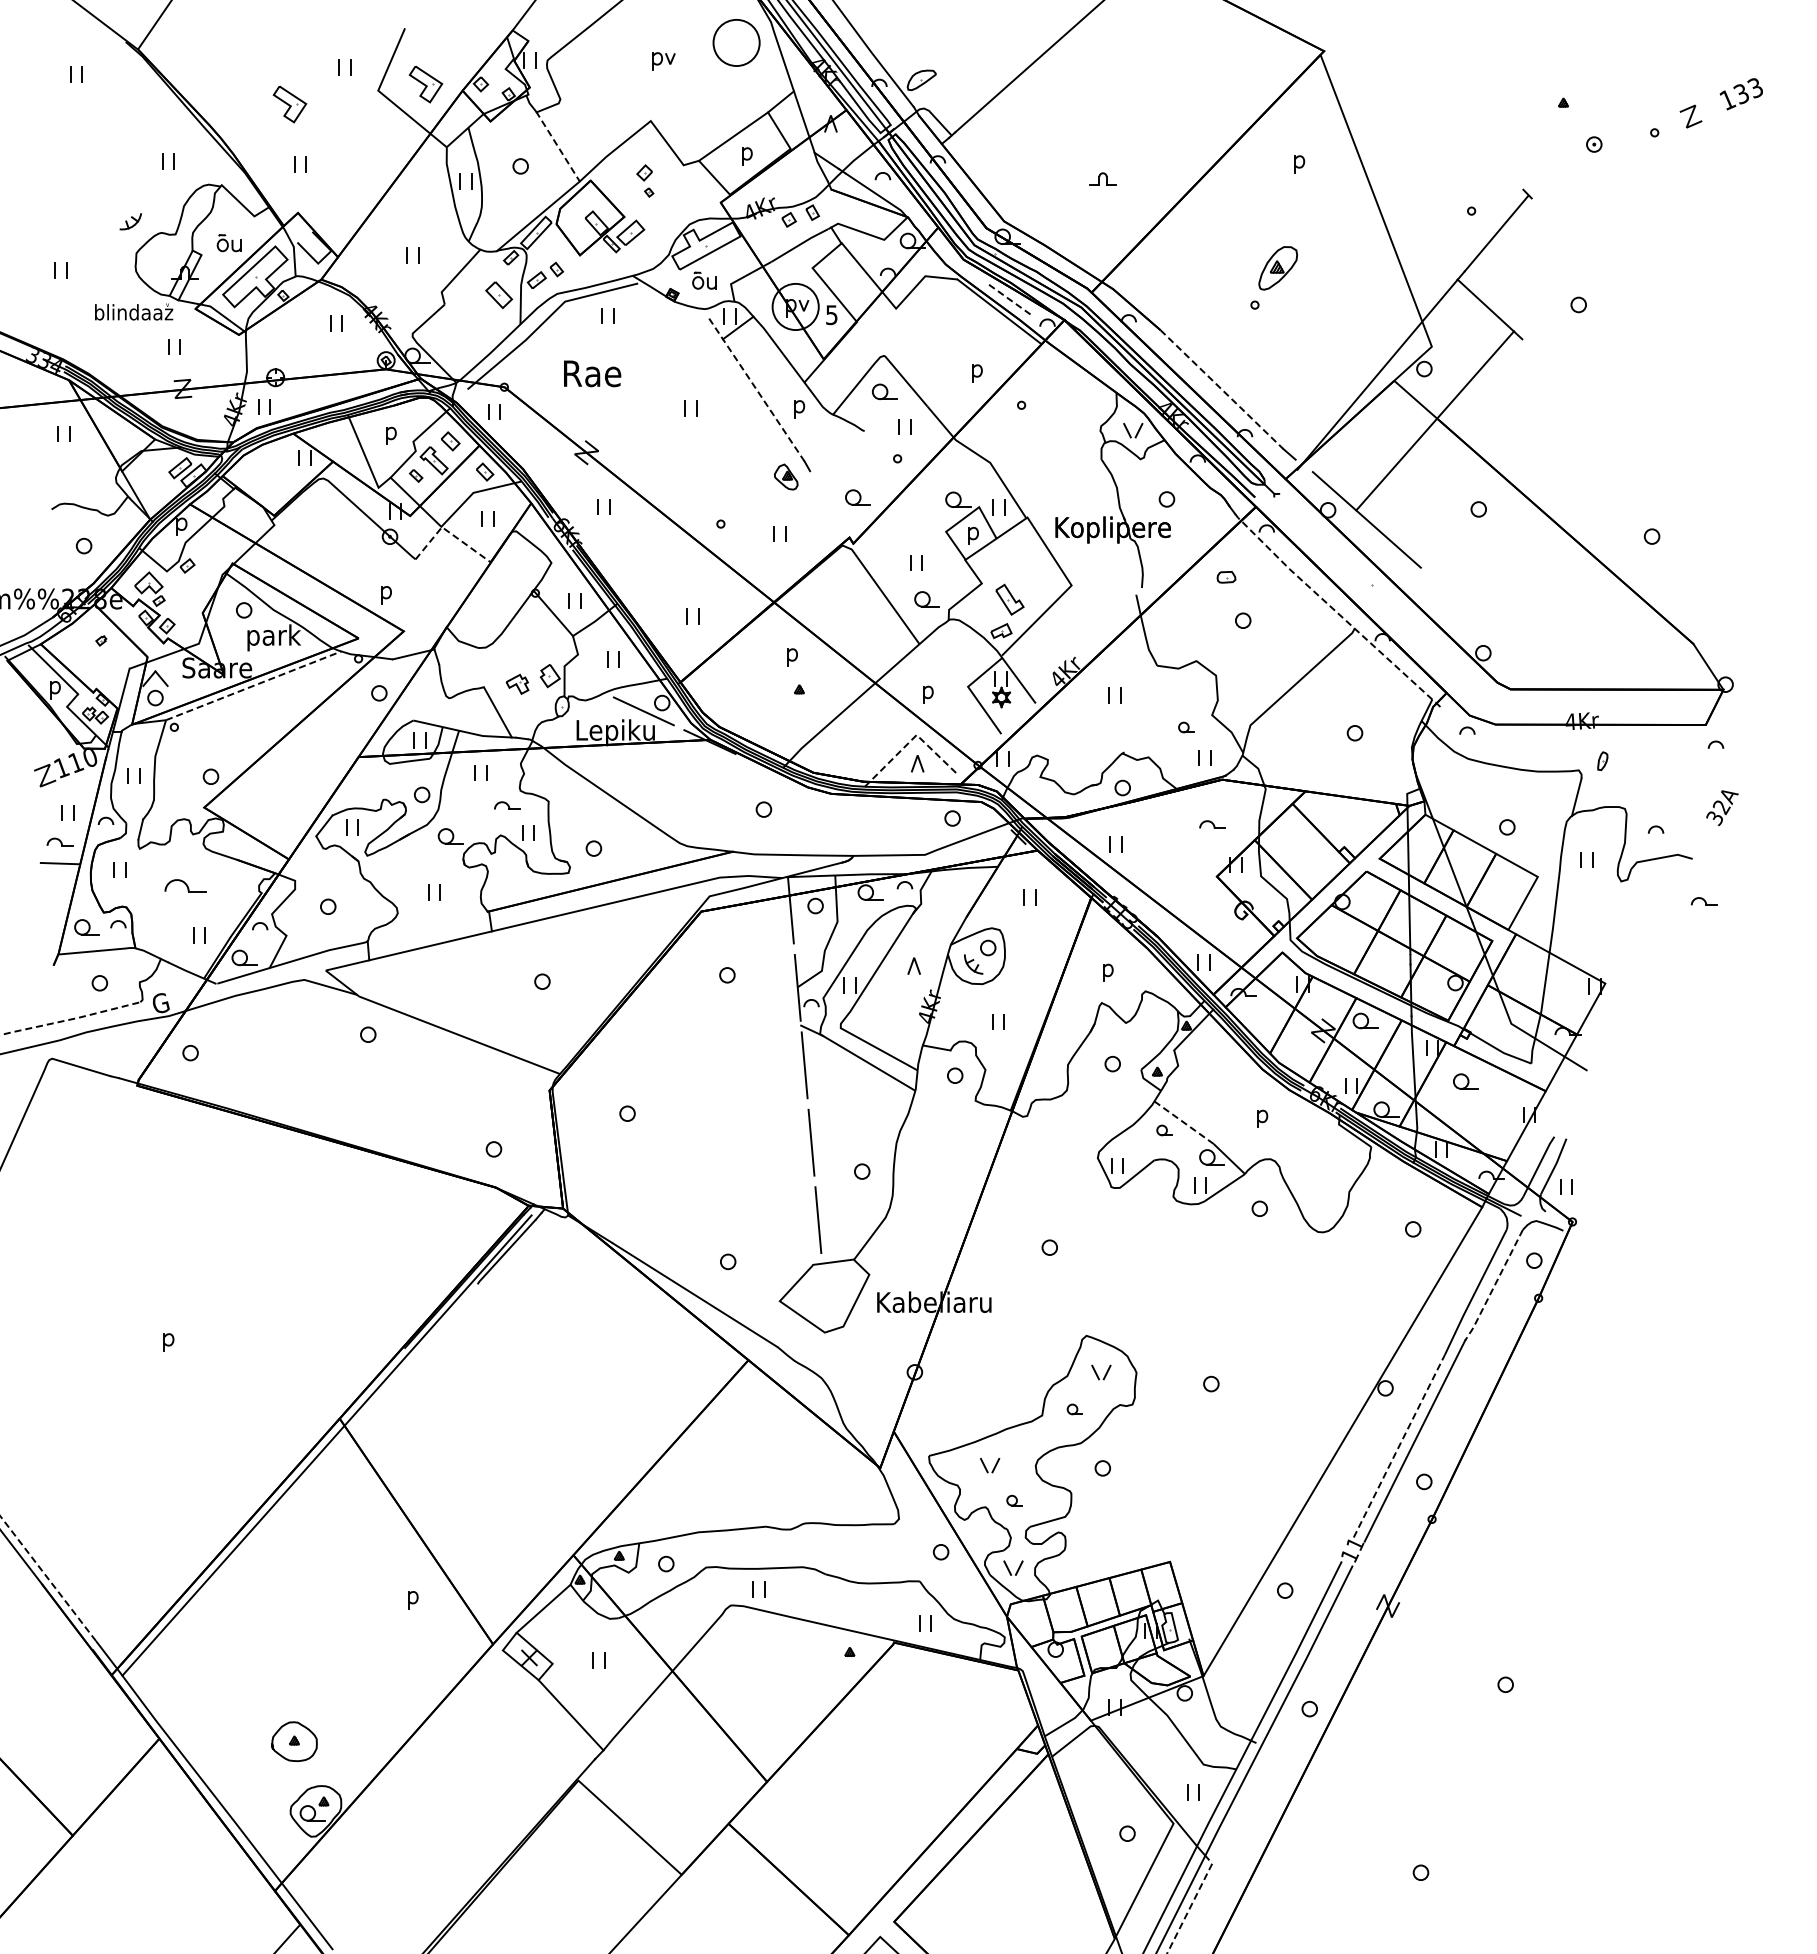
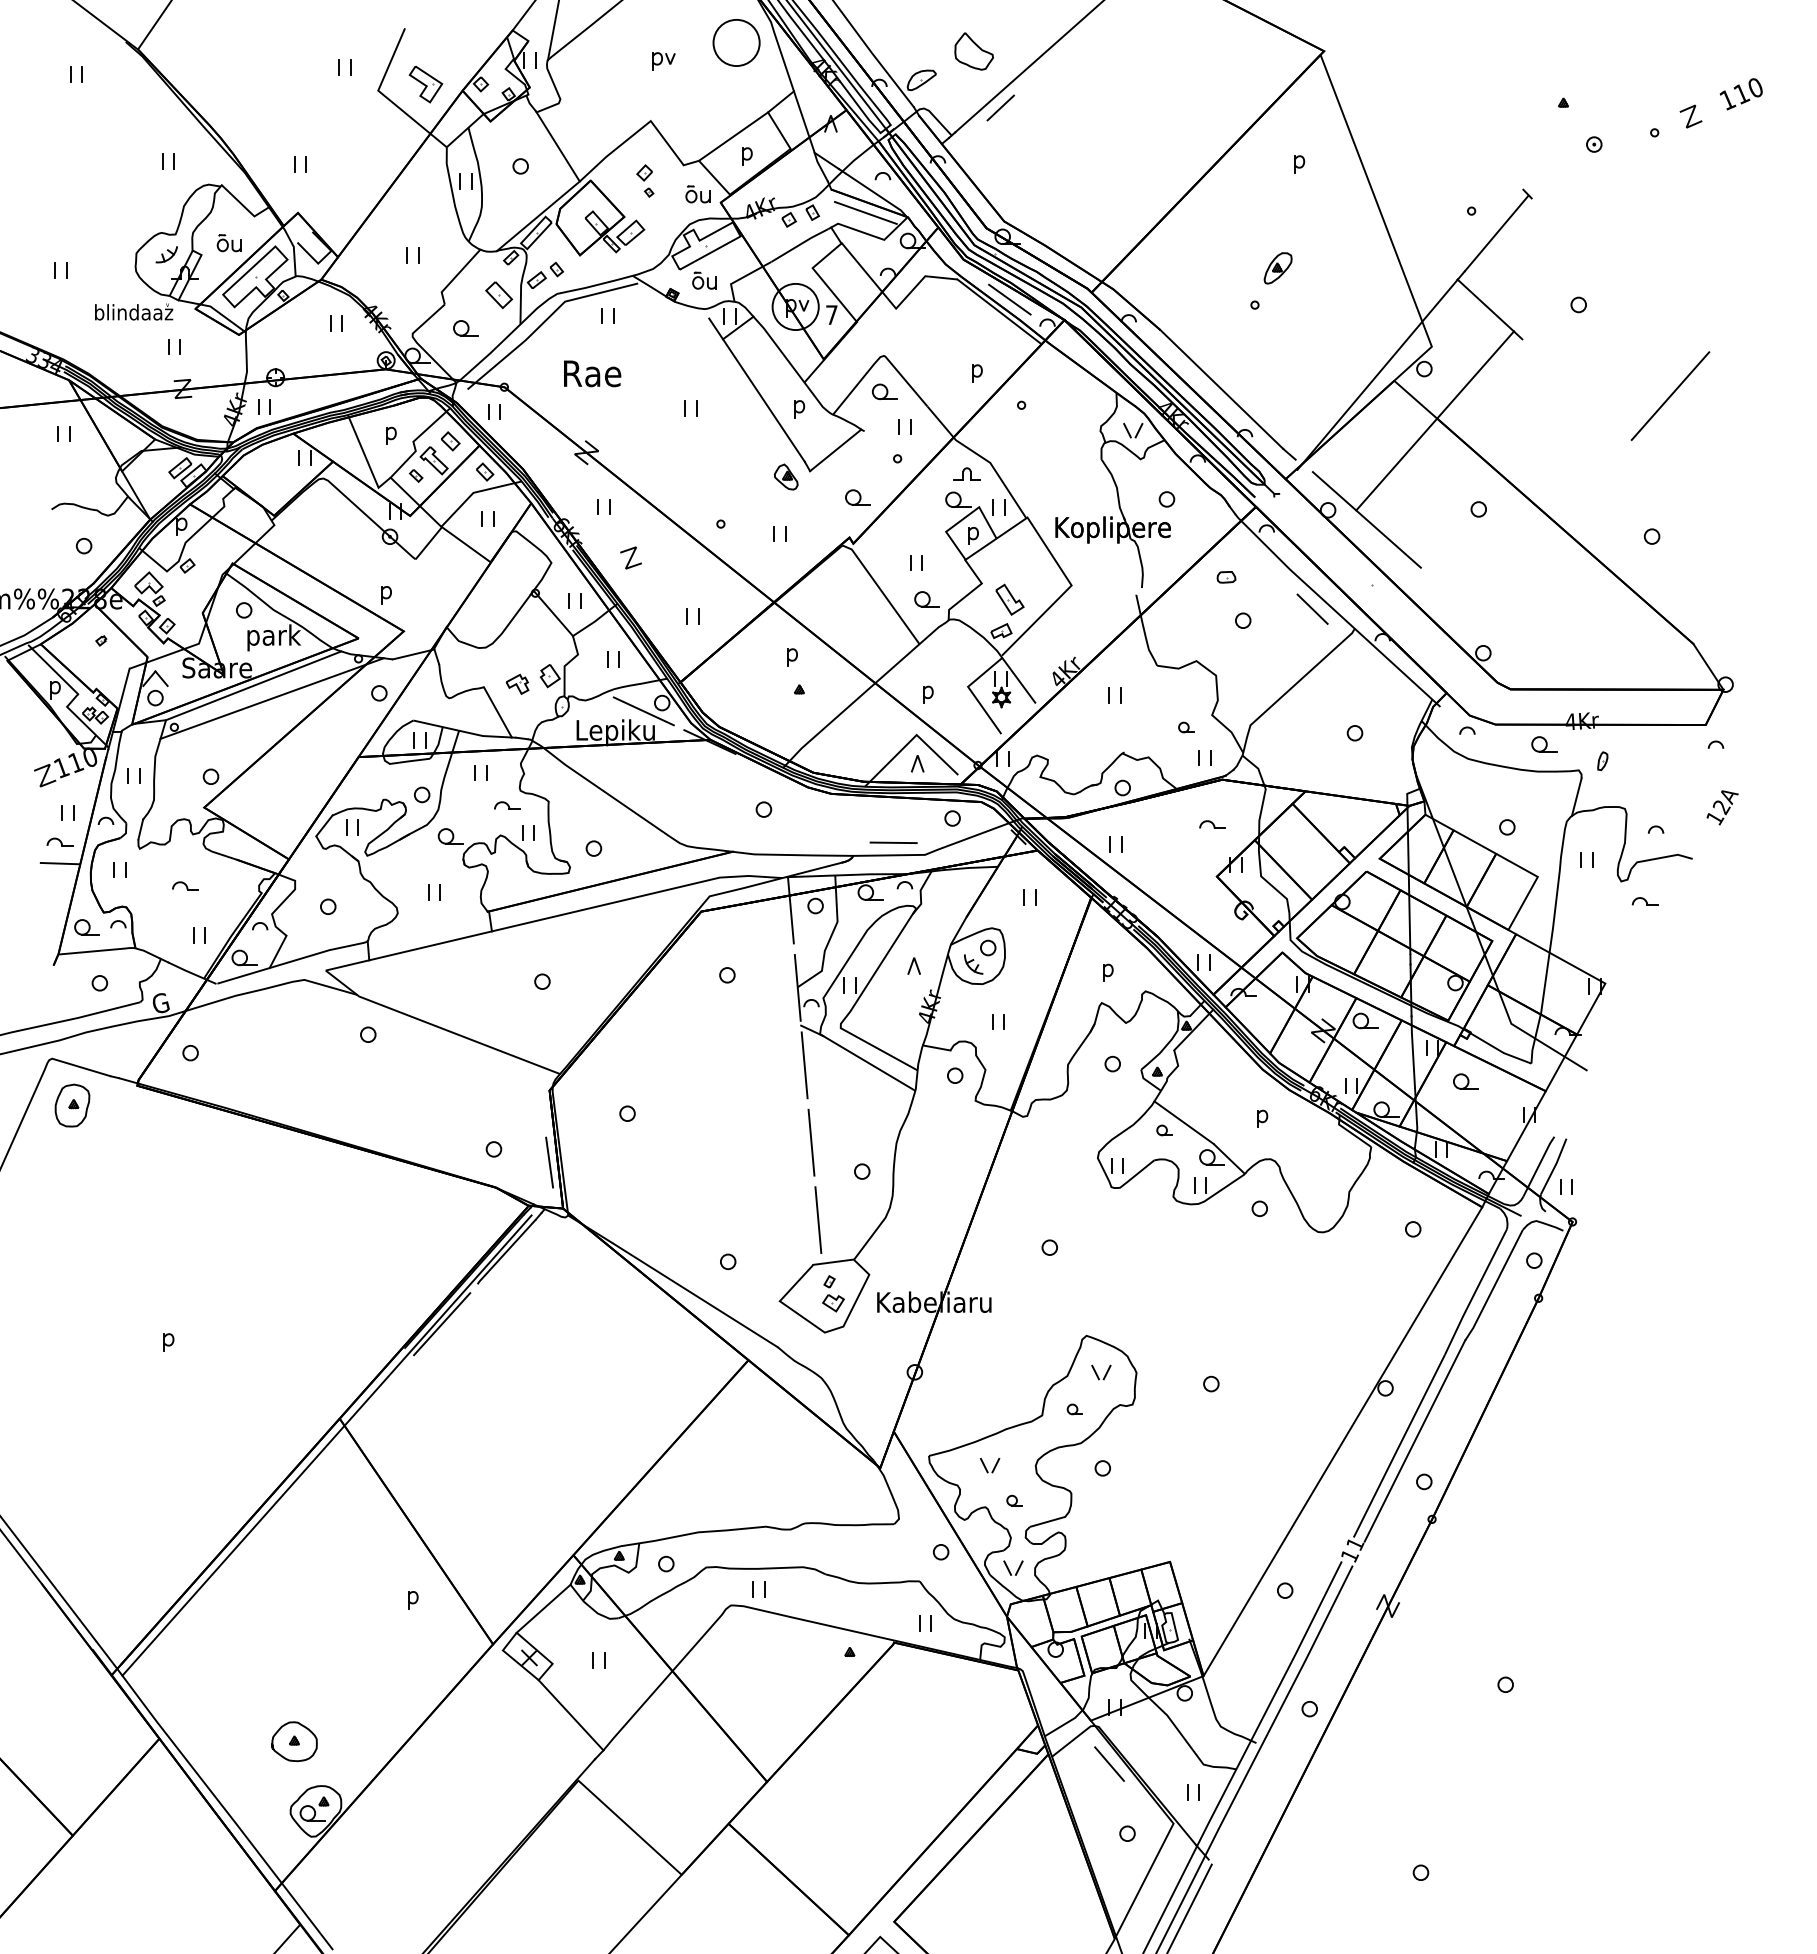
line at (553, 31): none -> present
part at (973, 51): none -> present
text at (1747, 91): 133 -> 110
part at (289, 104): present -> none
line at (1000, 107): none -> present
line at (558, 146): dashed -> solid
part at (1102, 178) position: (1102, 178) -> (966, 473)
part at (697, 194): none -> present
line at (865, 212): none -> present
part at (130, 221) position: (130, 221) -> (166, 254)
part at (1277, 268) size: 40x45 px -> 30x33 px
line at (1009, 299): dashed -> solid
text at (831, 315): 5 -> 7
part at (465, 328): none -> present
line at (1222, 389): dashed -> solid
line at (757, 390): dashed -> solid
line at (1670, 396): none -> present
line at (835, 450): none -> present
line at (449, 532): dashed -> solid
part at (630, 557): none -> present
line at (1312, 608): none -> present
line at (1335, 611): dashed -> solid
line at (254, 685): dashed -> solid
line at (271, 698): none -> present
line at (911, 739): dashed -> solid
part at (1544, 744): none -> present
text at (1715, 818): 32A -> 12A
line at (893, 842): none -> present
part at (185, 885) size: 43x14 px -> 27x10 px
part at (1703, 901) position: (1703, 901) -> (1644, 901)
line at (71, 1019): dashed -> solid
part at (72, 1105): none -> present
line at (1184, 1122): dashed -> solid
line at (549, 1162): none -> present
line at (1494, 1286): dashed -> solid
part at (833, 1293): none -> present
line at (442, 1324): none -> present
line at (1398, 1446): dashed -> solid
line at (48, 1578): dashed -> solid
line at (1109, 1763): none -> present
line at (1189, 1909): dashed -> solid
